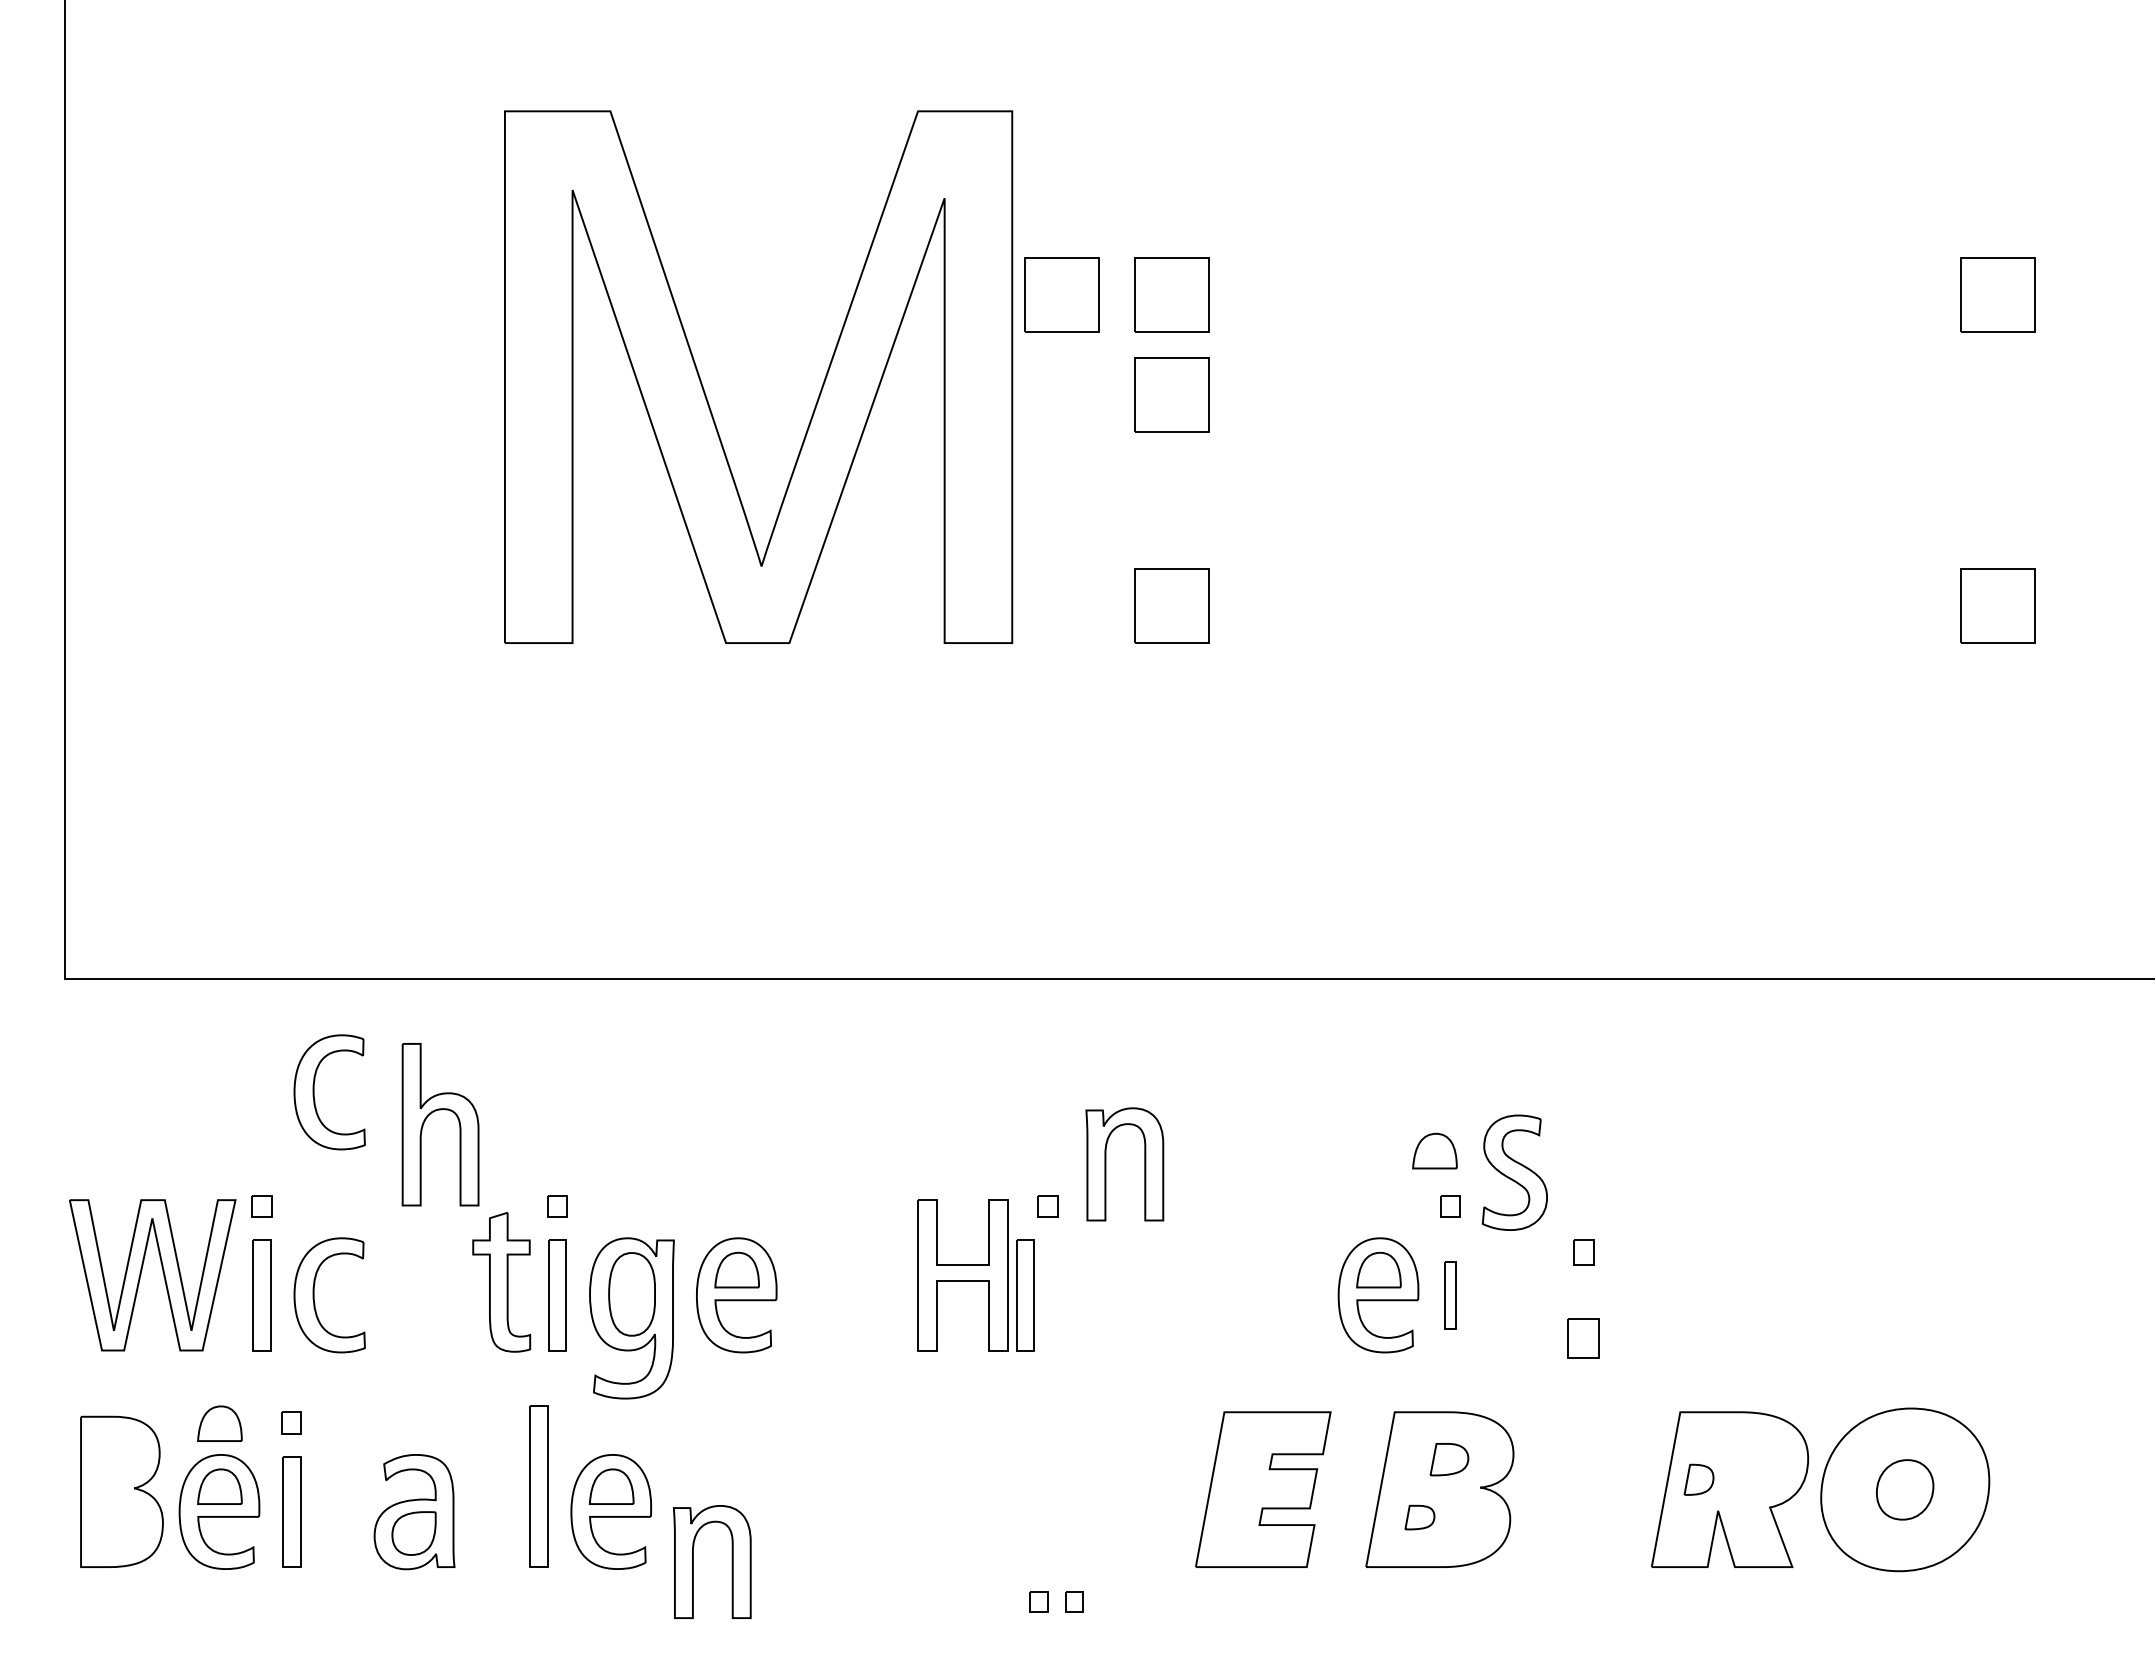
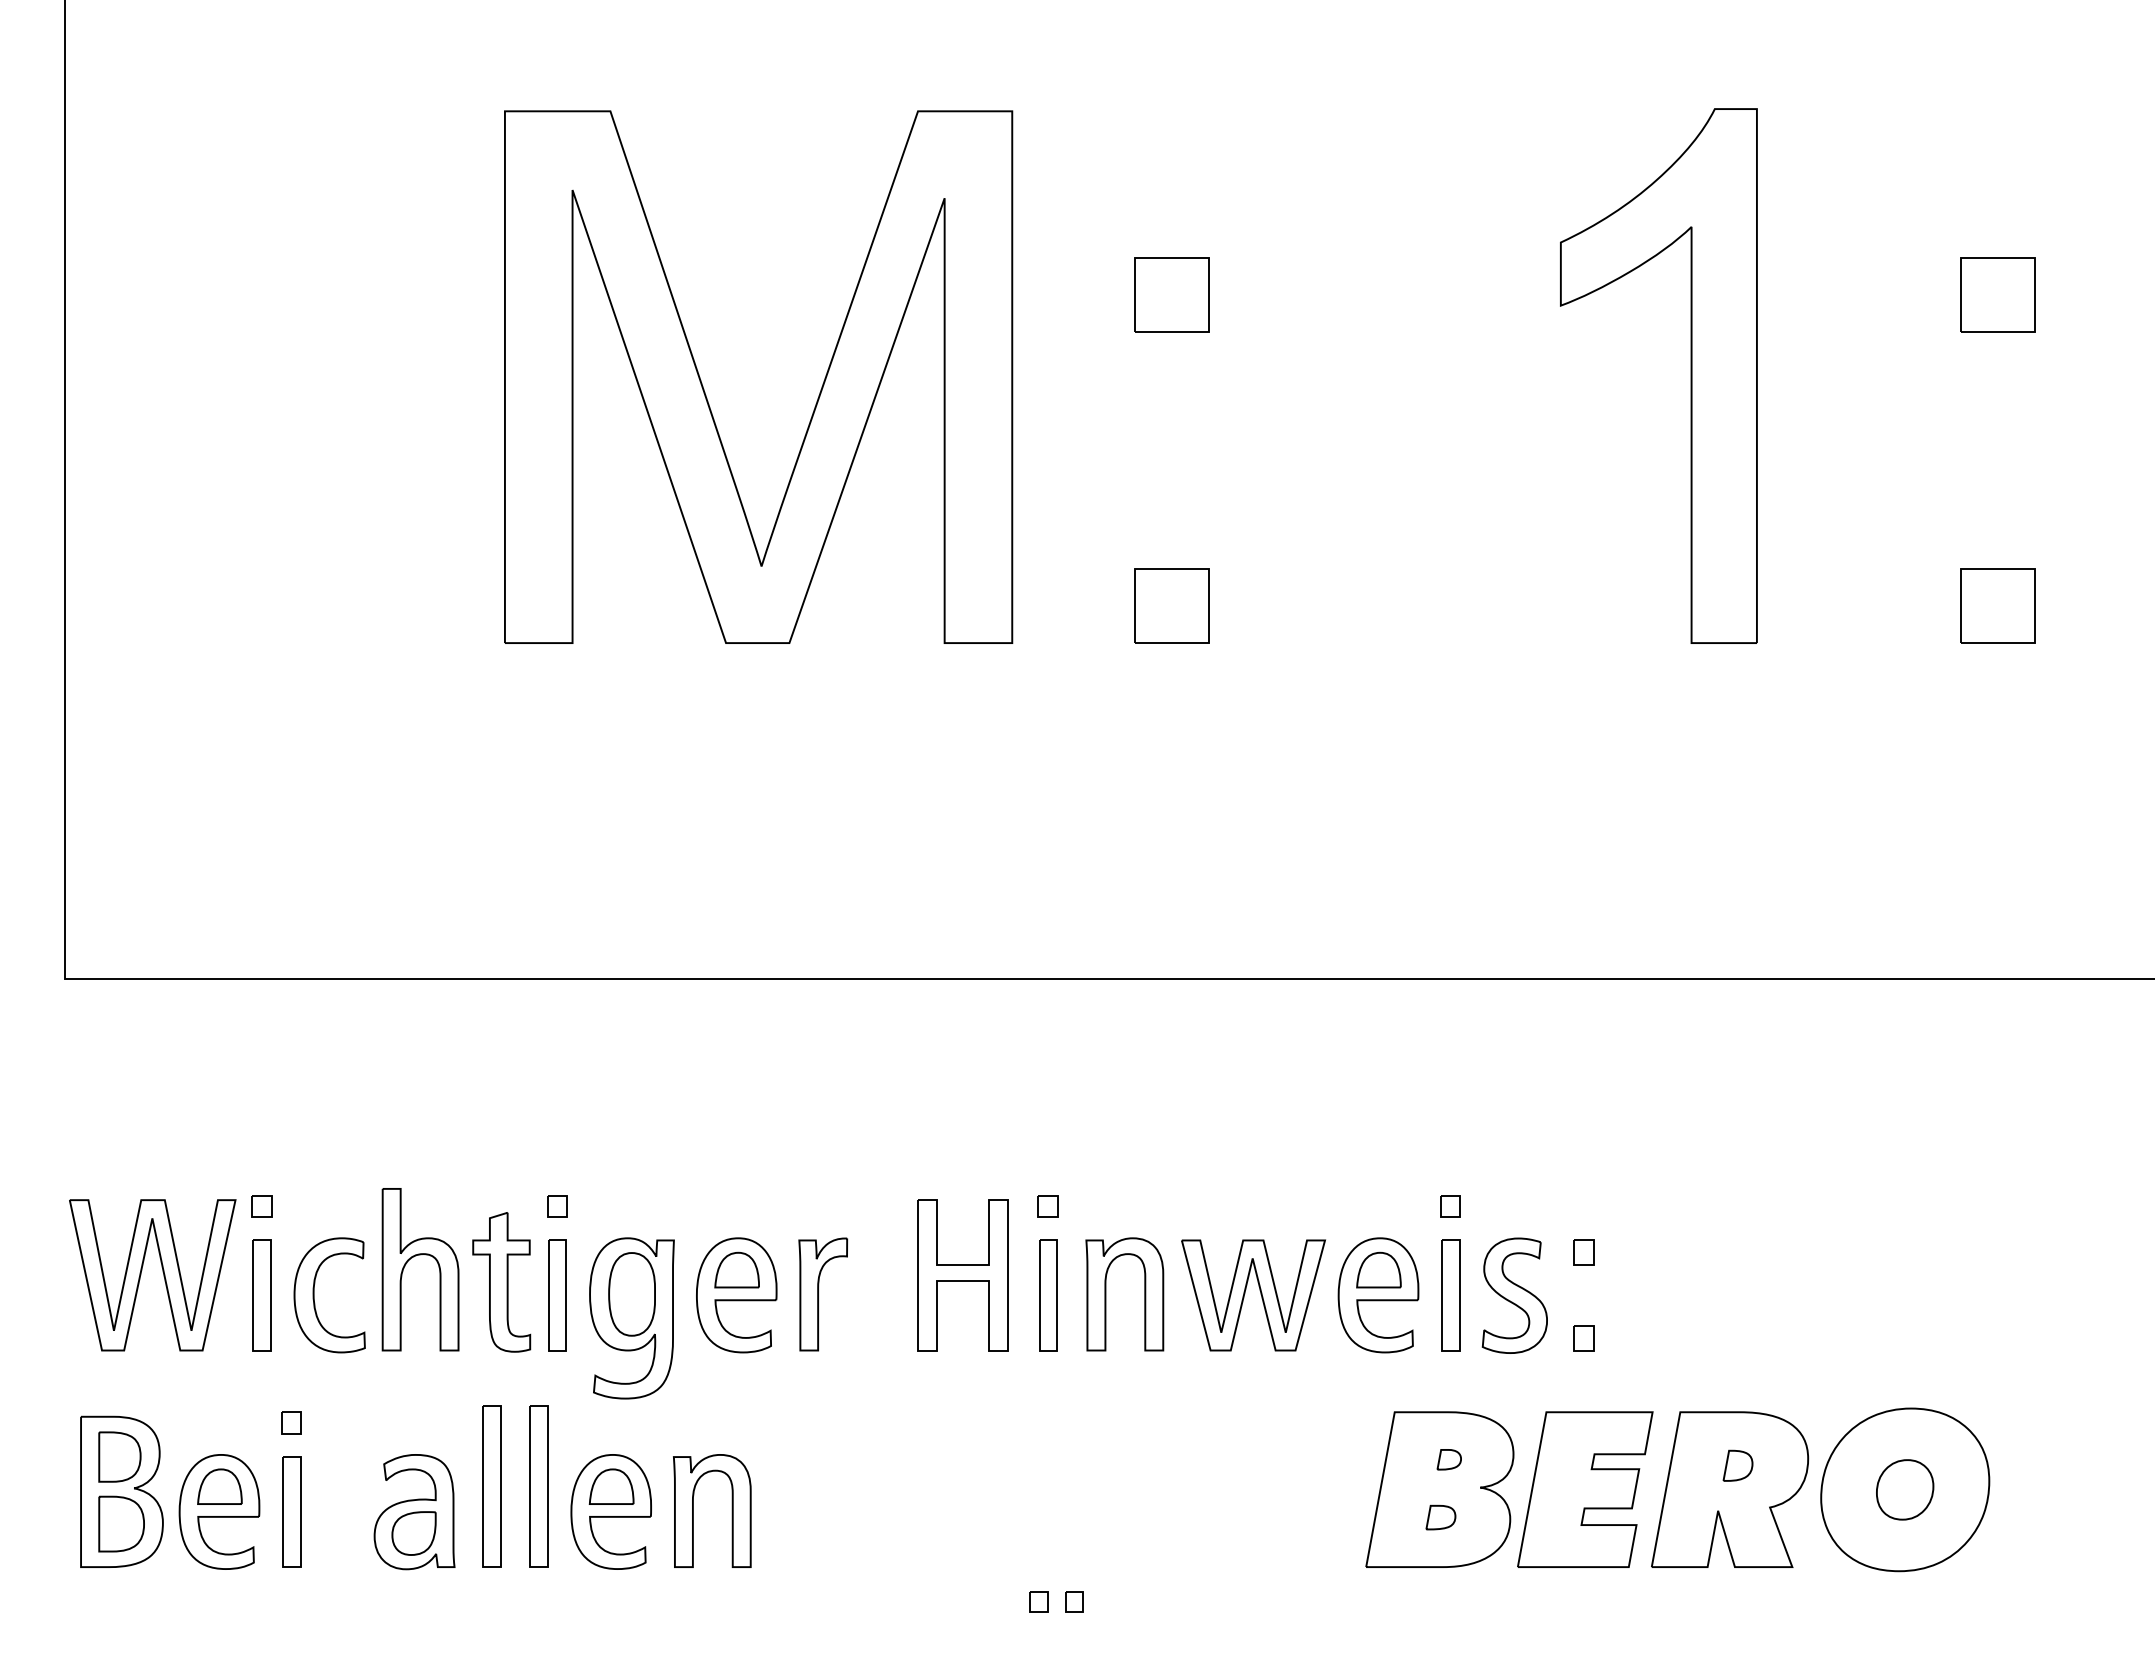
part at (1061, 294): present -> none
part at (1690, 375): none -> present
part at (1171, 394): present -> none
part at (314, 1092): present -> none
part at (436, 1111) position: (436, 1111) -> (416, 1256)
part at (1434, 1150): present -> none
part at (1106, 1164) position: (1106, 1164) -> (1106, 1294)
part at (1514, 1172) position: (1514, 1172) -> (1514, 1295)
part at (823, 1294): none -> present
part at (1260, 1294): none -> present
part at (1025, 1295) position: (1025, 1295) -> (1048, 1295)
part at (1450, 1295) size: 13x69 px -> 20x113 px
part at (1583, 1338) size: 33x41 px -> 22x27 px
part at (219, 1423): present -> none
part at (119, 1456): none -> present
part at (1449, 1459) size: 41x34 px -> 26x22 px
part at (1698, 1479) position: (1698, 1479) -> (1737, 1465)
part at (491, 1486): none -> present
part at (1263, 1489) position: (1263, 1489) -> (1585, 1489)
part at (1419, 1517) position: (1419, 1517) -> (1440, 1517)
part at (121, 1523): none -> present
part at (693, 1561) position: (693, 1561) -> (693, 1510)
